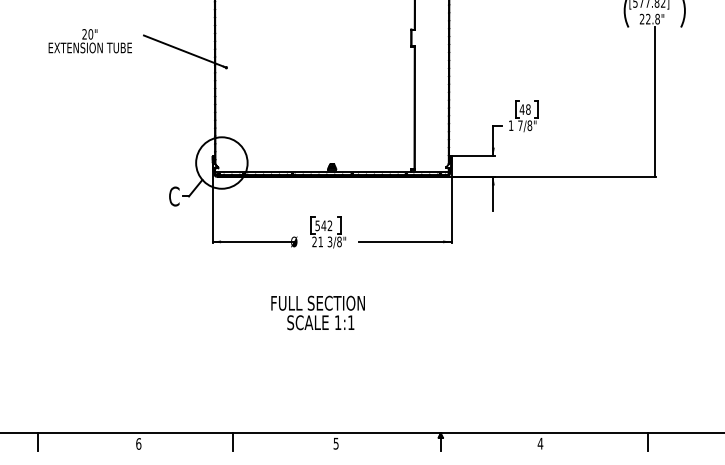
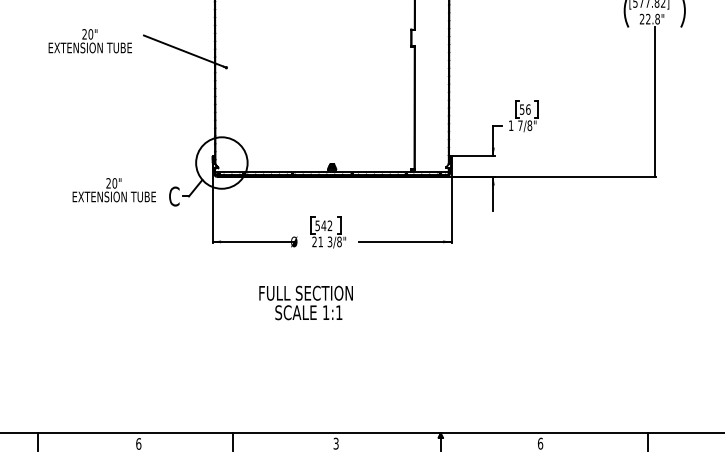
text at (524, 109): 48 -> 56
part at (113, 190): none -> present
part at (317, 312) position: (317, 312) -> (305, 302)
text at (336, 442): 5 -> 3
text at (540, 443): 4 -> 6
